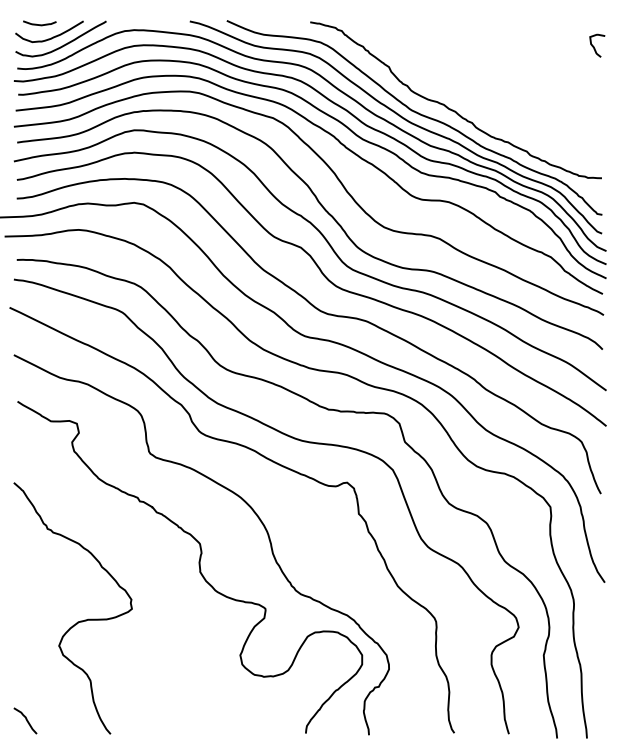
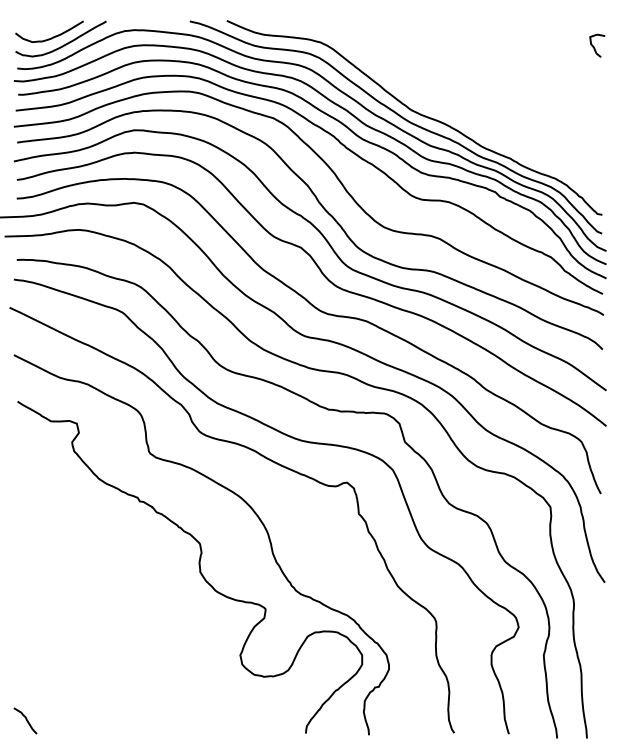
curve at (39, 24): present -> none
curve at (453, 109): present -> none
curve at (77, 621): present -> none
